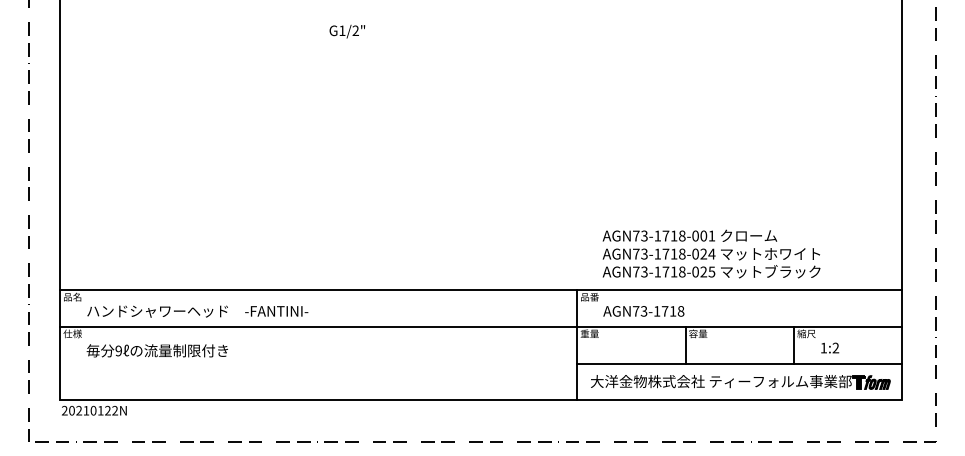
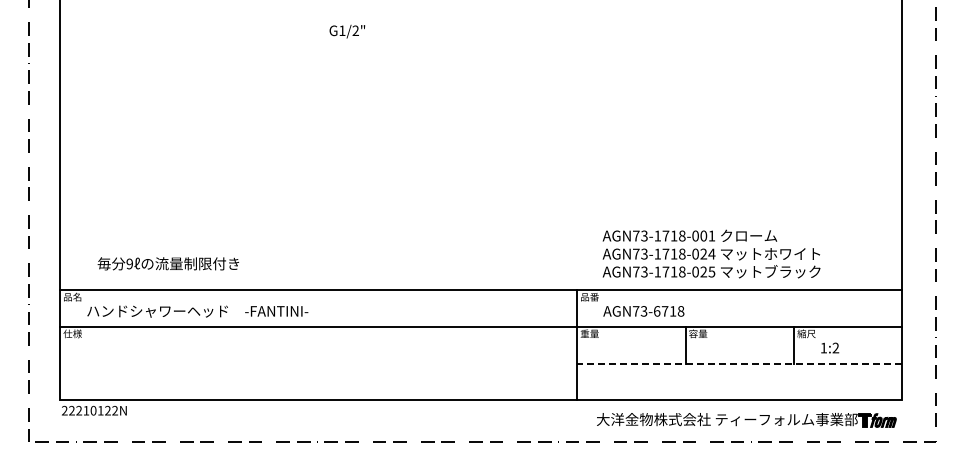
text at (657, 311): AGN73-1718 -> AGN73-6718
text at (156, 350) position: (156, 350) -> (167, 263)
line at (739, 363): solid -> dashed
part at (740, 382) position: (740, 382) -> (746, 420)
text at (71, 410): 20210122N -> 22210122N
